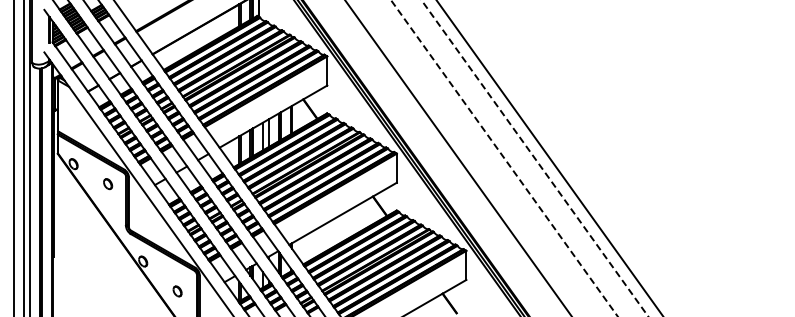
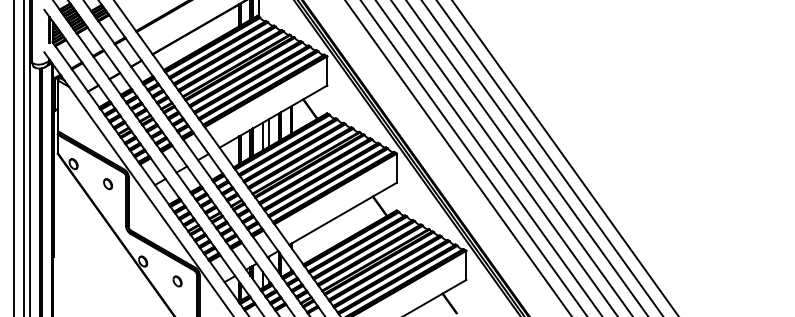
line at (473, 157): none -> present
line at (488, 157): none -> present
line at (504, 157): dashed -> solid
line at (518, 157): none -> present
line at (564, 157): none -> present
line at (534, 158): dashed -> solid
part at (177, 291) position: (177, 291) -> (177, 281)
